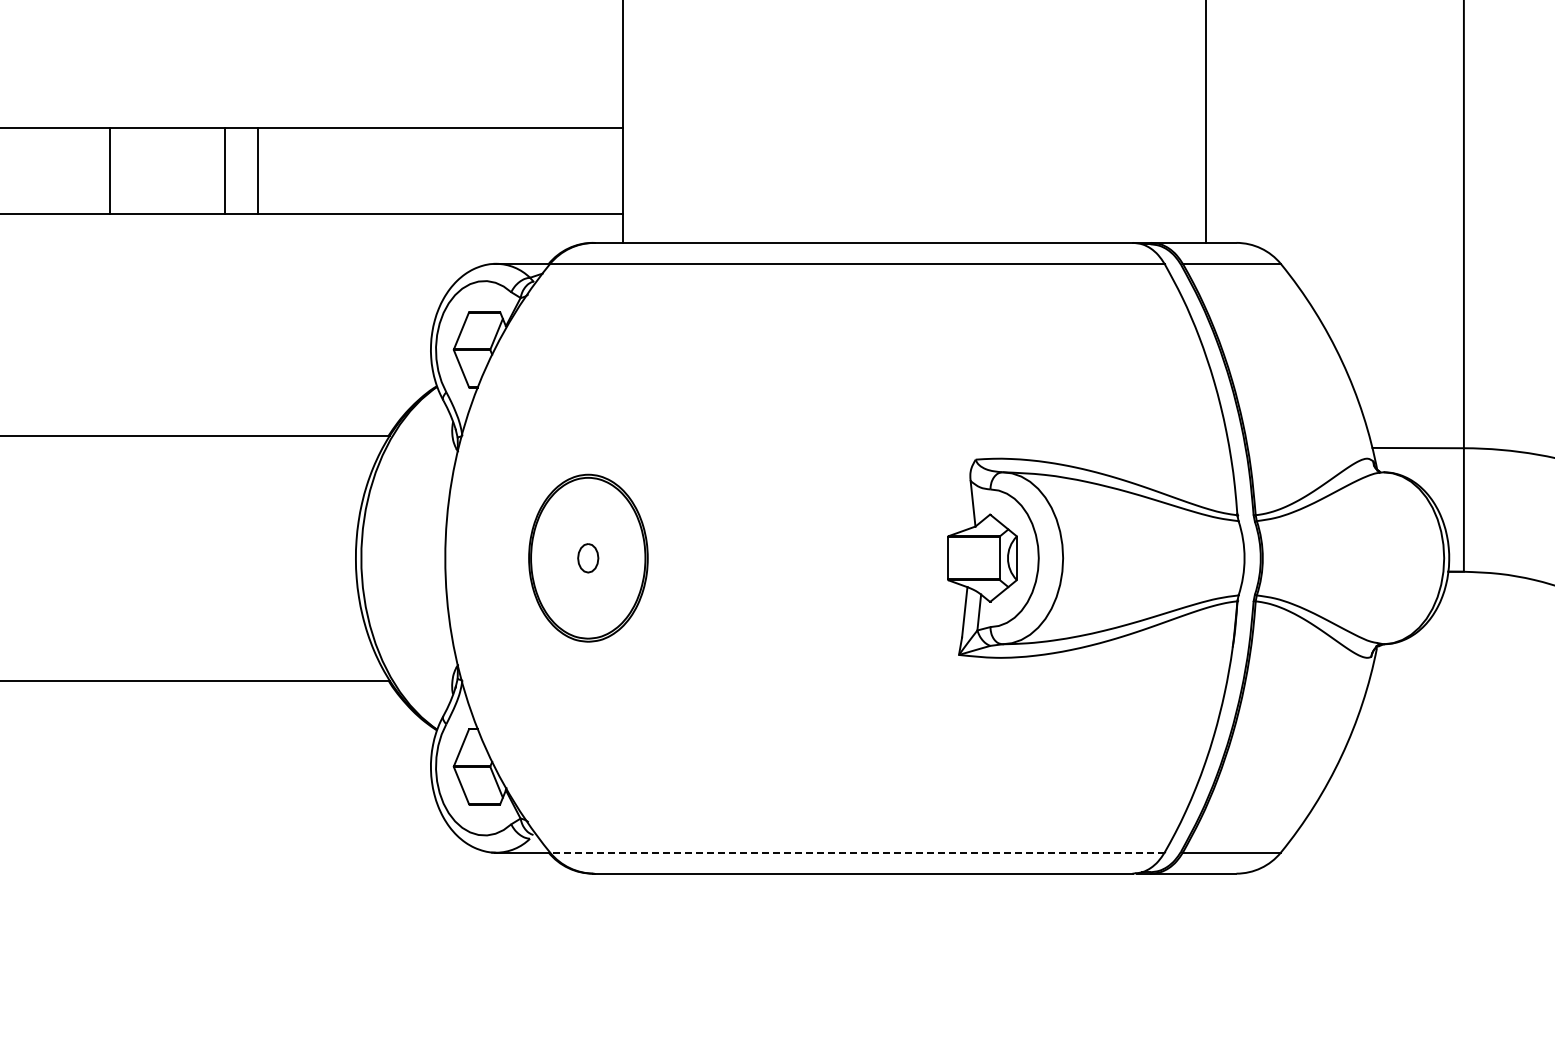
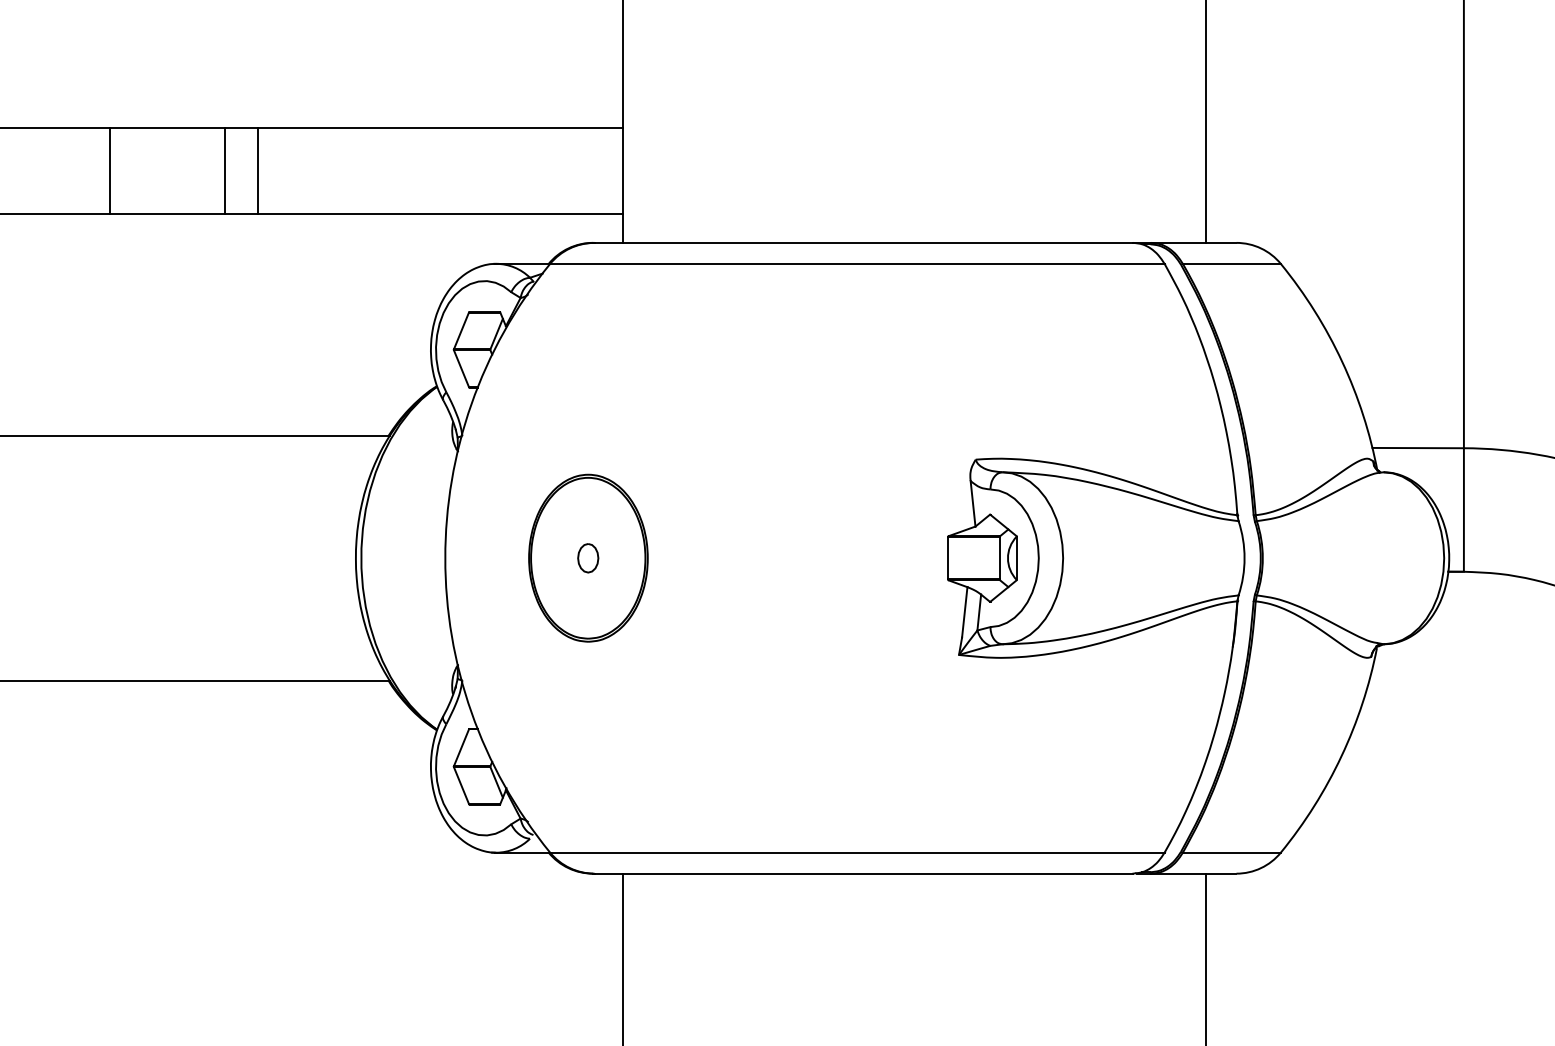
line at (856, 852): dashed -> solid
line at (623, 957): none -> present
line at (1206, 957): none -> present
